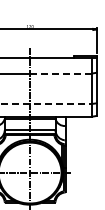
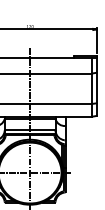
line at (60, 73): dashed -> solid
line at (46, 103): dashed -> solid
